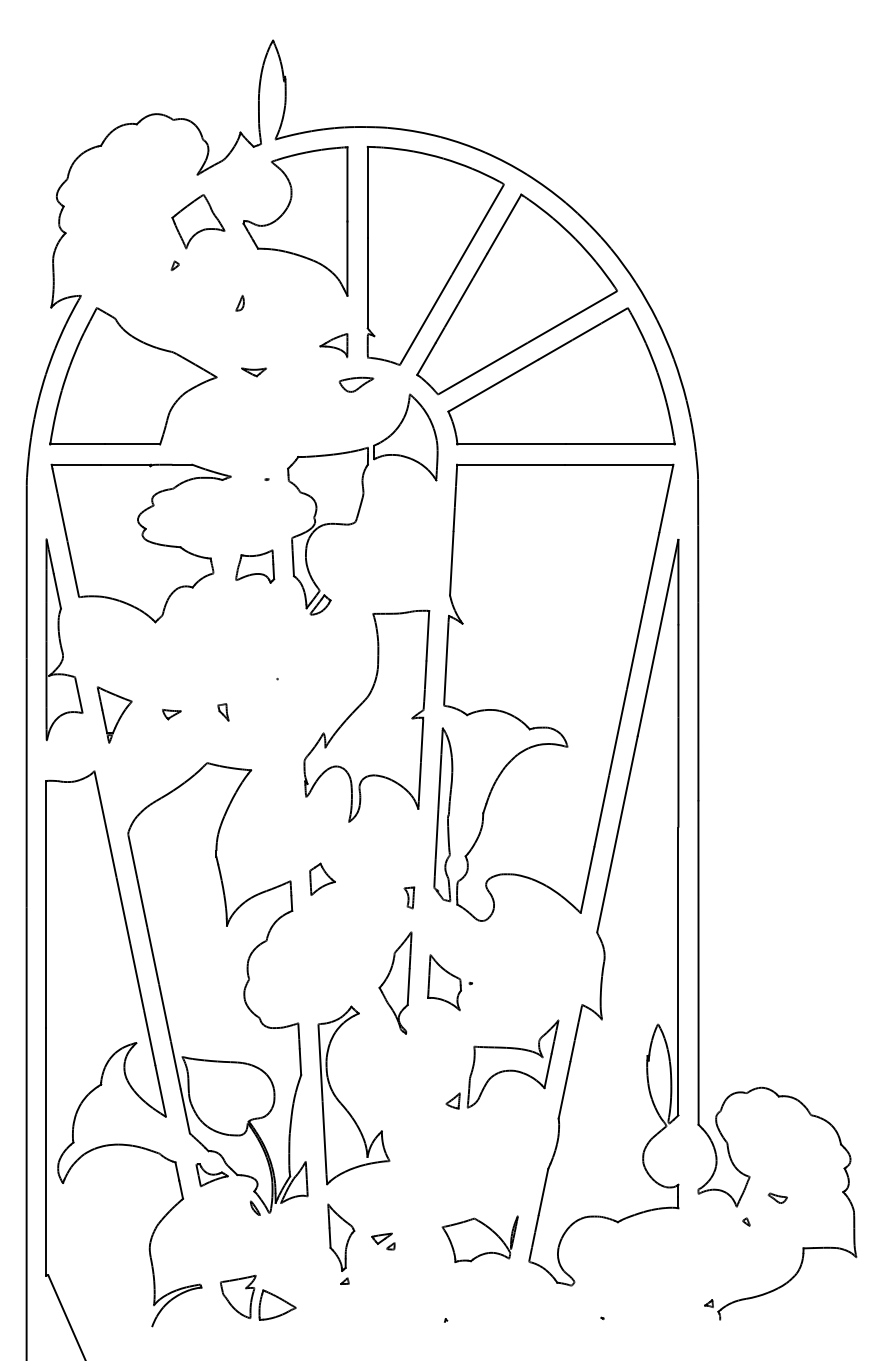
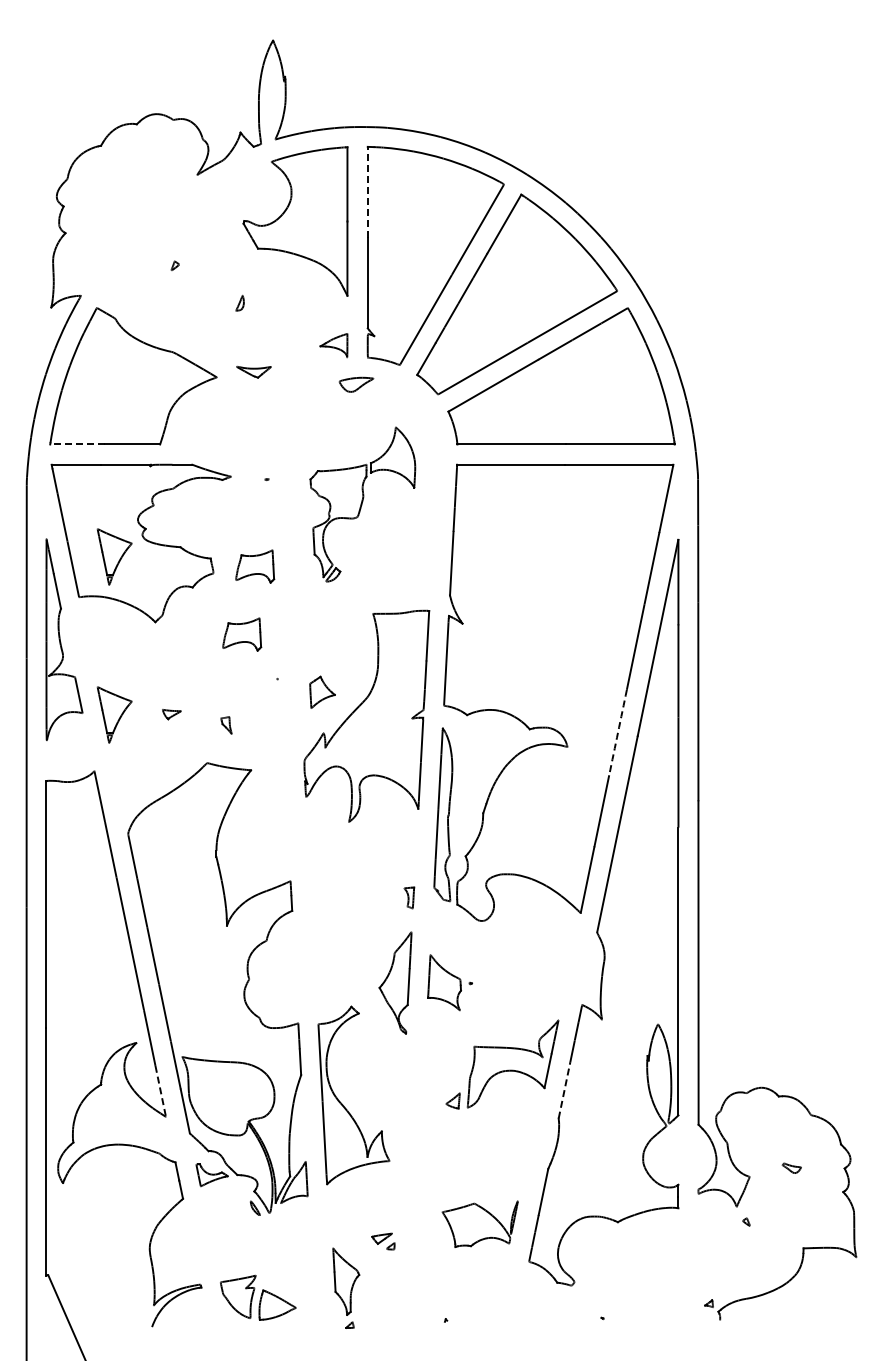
line at (367, 191): solid -> dashed
part at (198, 221): present -> none
part at (253, 372) size: 26x11 px -> 36x14 px
line at (77, 444): solid -> dashed
part at (362, 504) size: 152x223 px -> 108x157 px
part at (114, 556): none -> present
part at (242, 634): none -> present
part at (223, 712) position: (223, 712) -> (226, 725)
arc at (618, 732): solid -> dashed
part at (322, 878) position: (322, 878) -> (322, 691)
line at (564, 1090): solid -> dashed
line at (160, 1091): solid -> dashed
part at (777, 1197) position: (777, 1197) -> (791, 1167)
part at (479, 1238) position: (479, 1238) -> (479, 1223)
part at (341, 1243) position: (341, 1243) -> (346, 1287)
